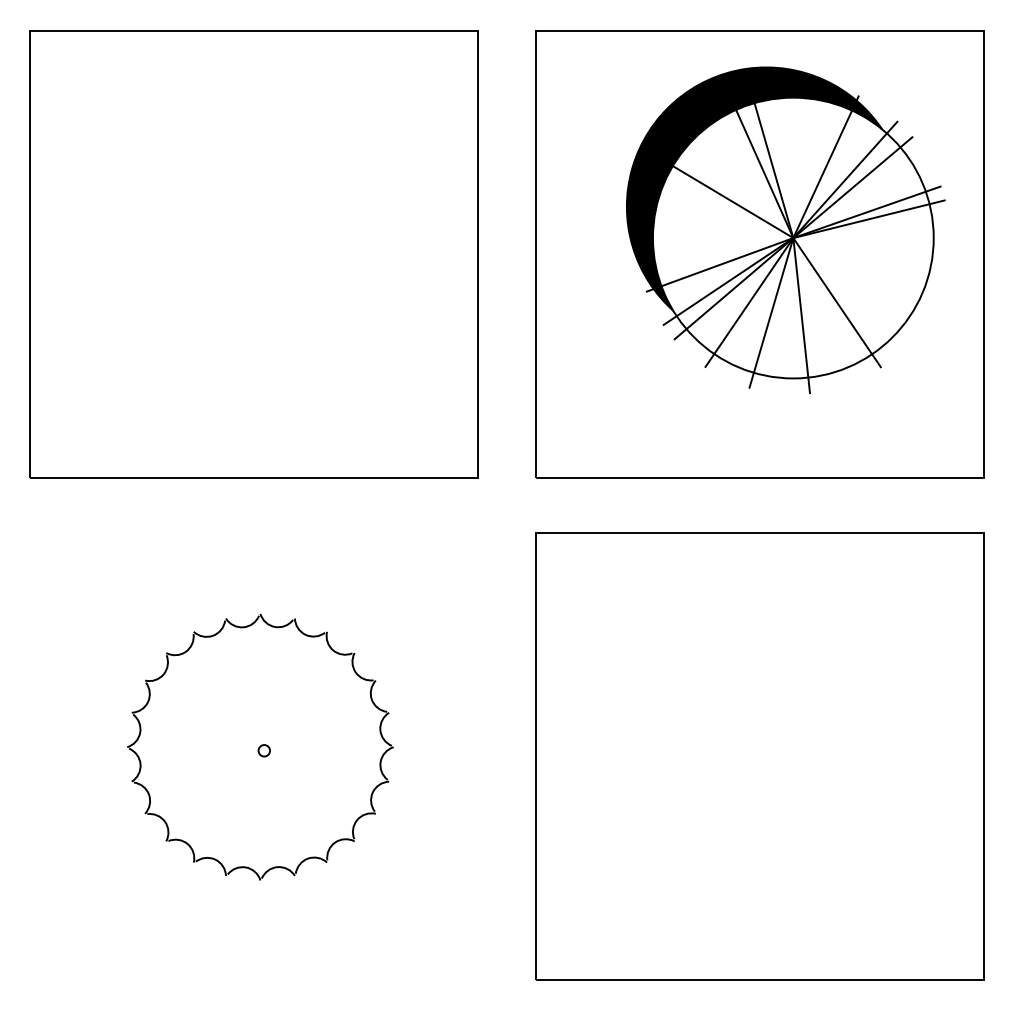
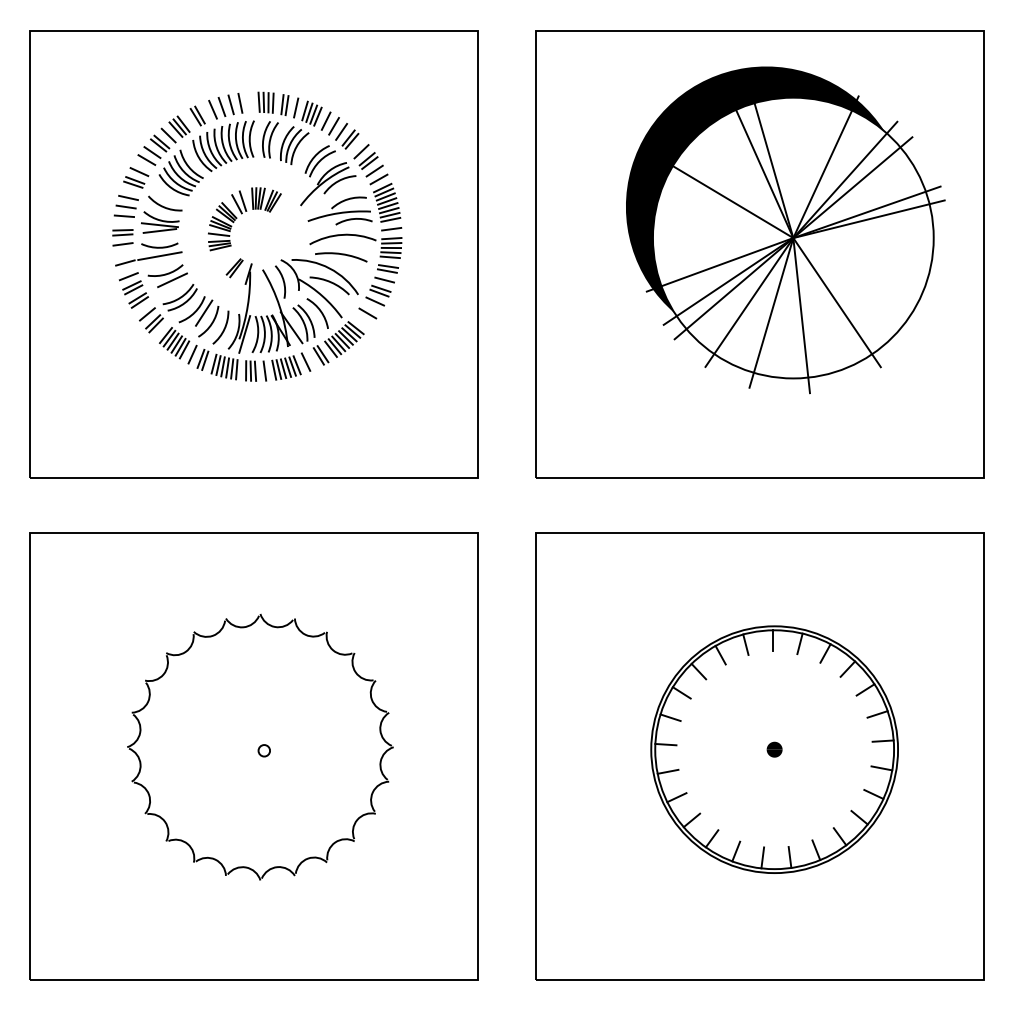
part at (269, 212): none -> present
part at (774, 749): none -> present
part at (253, 756): none -> present
